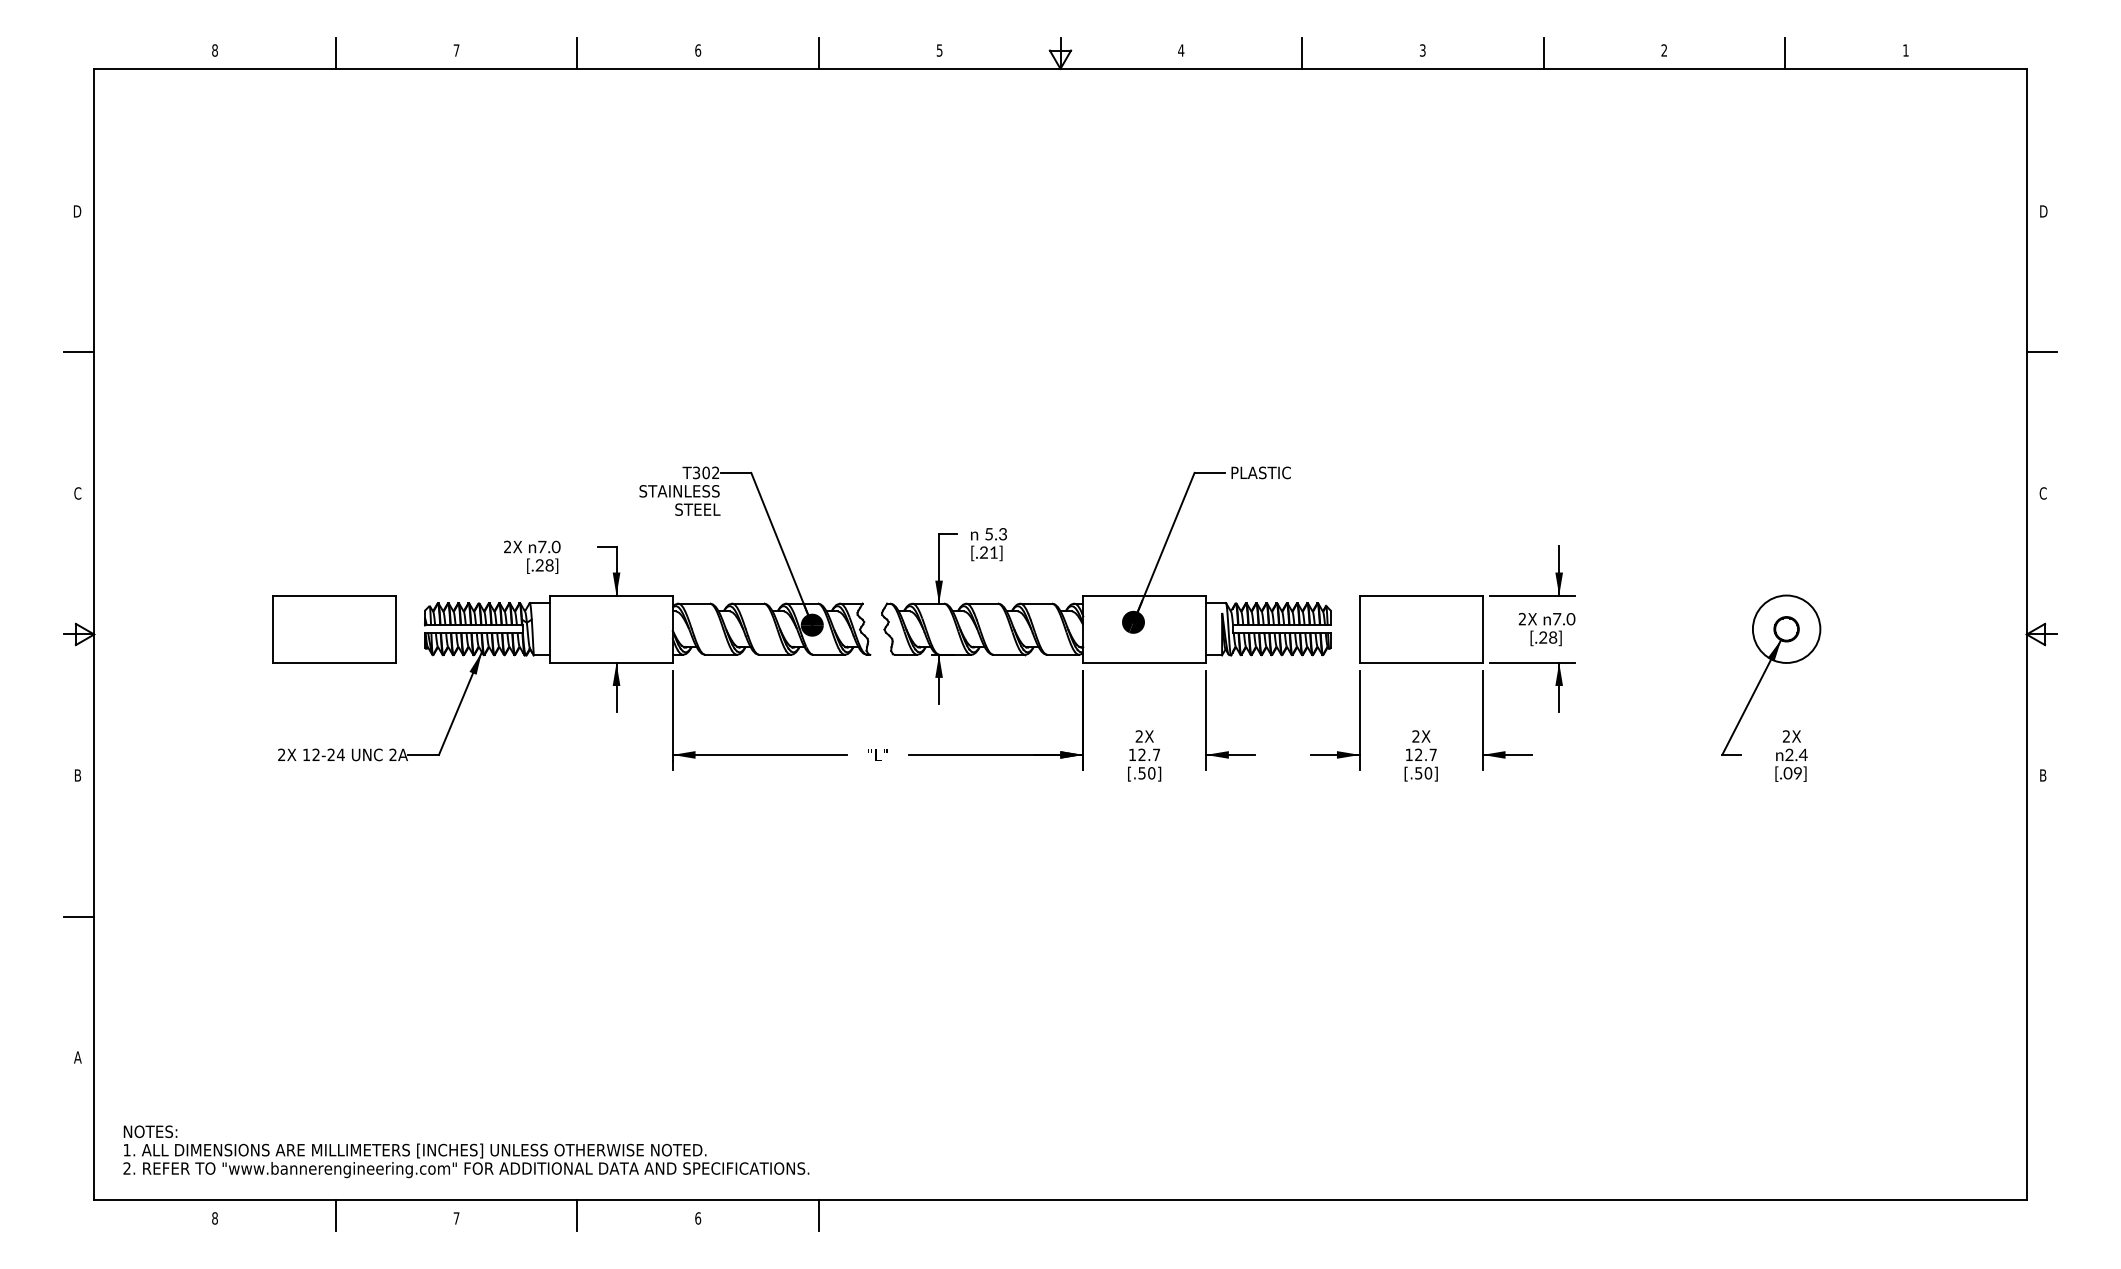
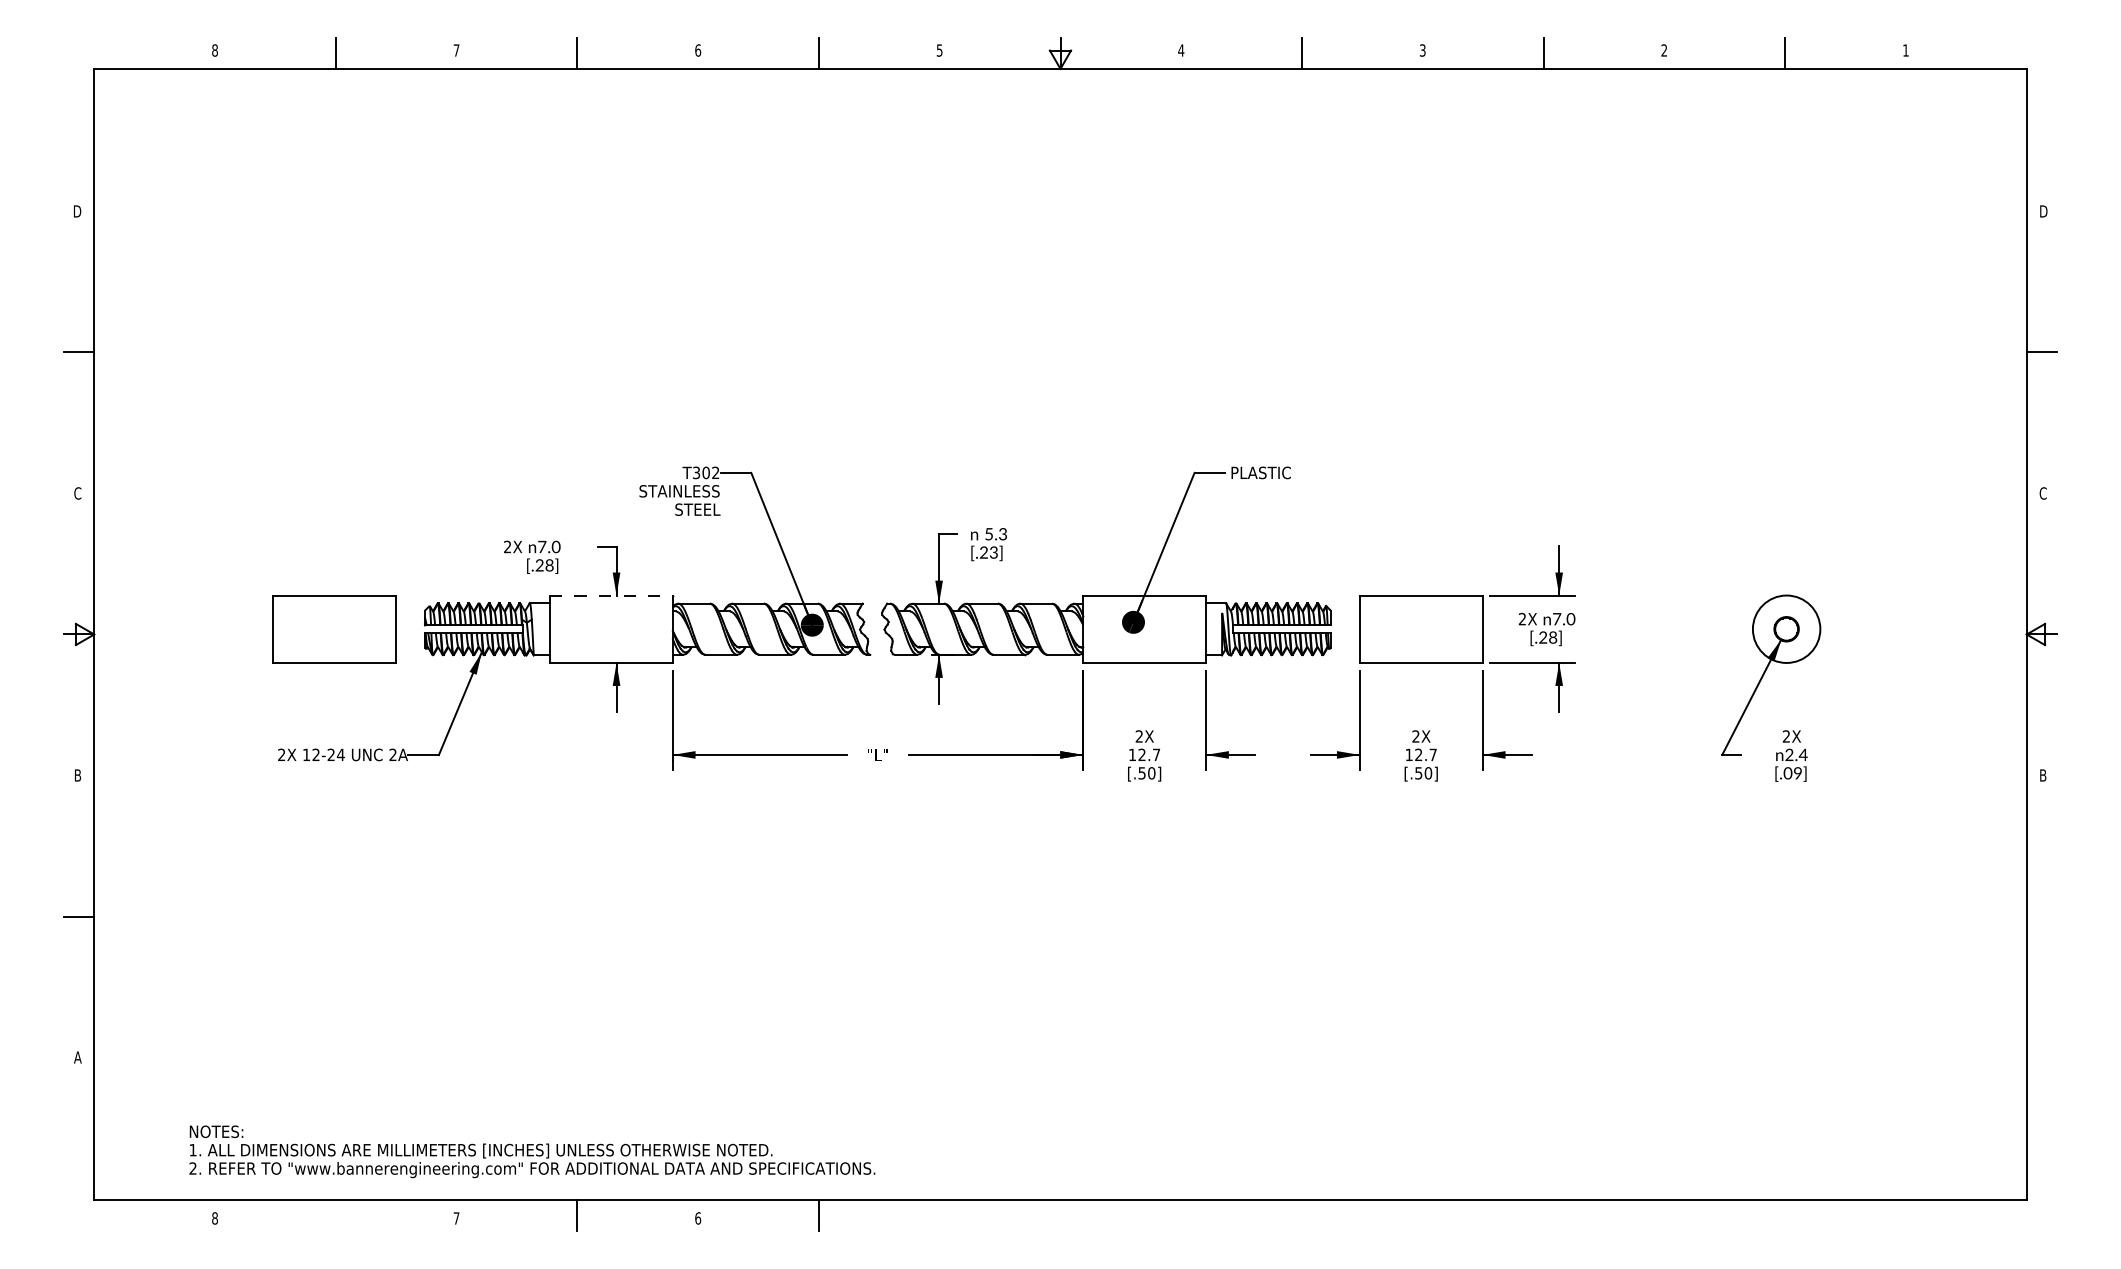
text at (993, 552): [.21] -> [.23]
line at (611, 595): solid -> dashed
text at (466, 1151) position: (466, 1151) -> (532, 1151)
line at (335, 1215): present -> none
